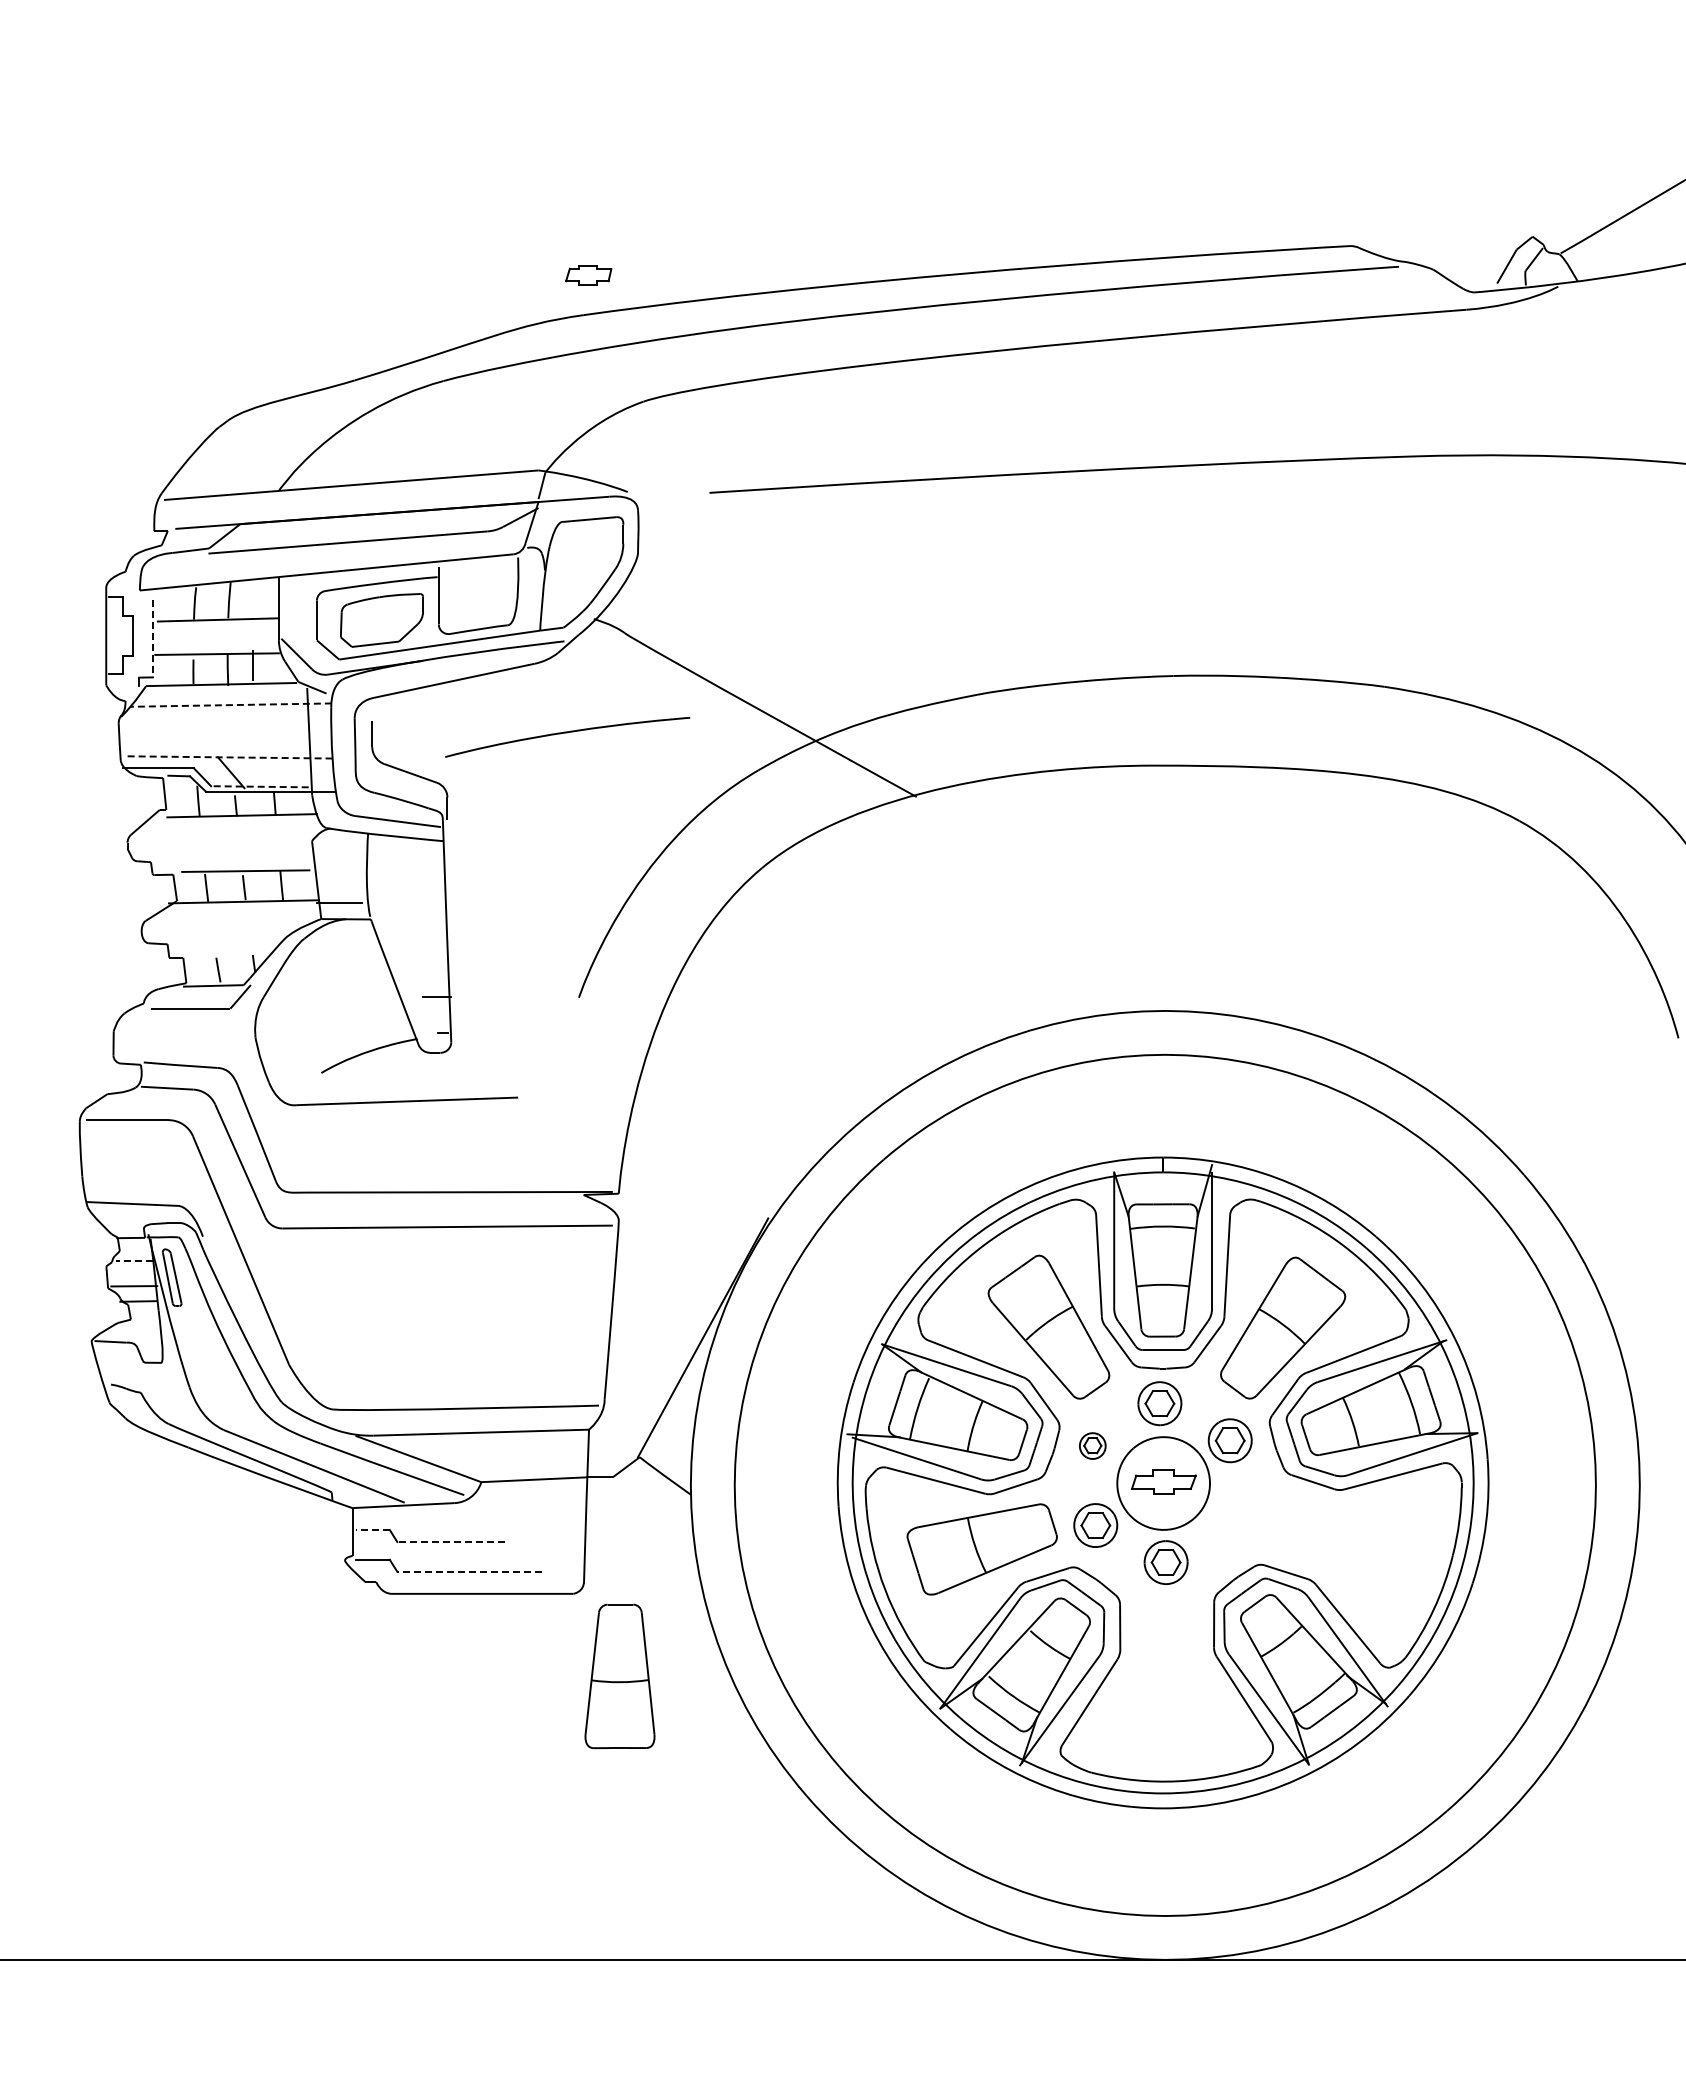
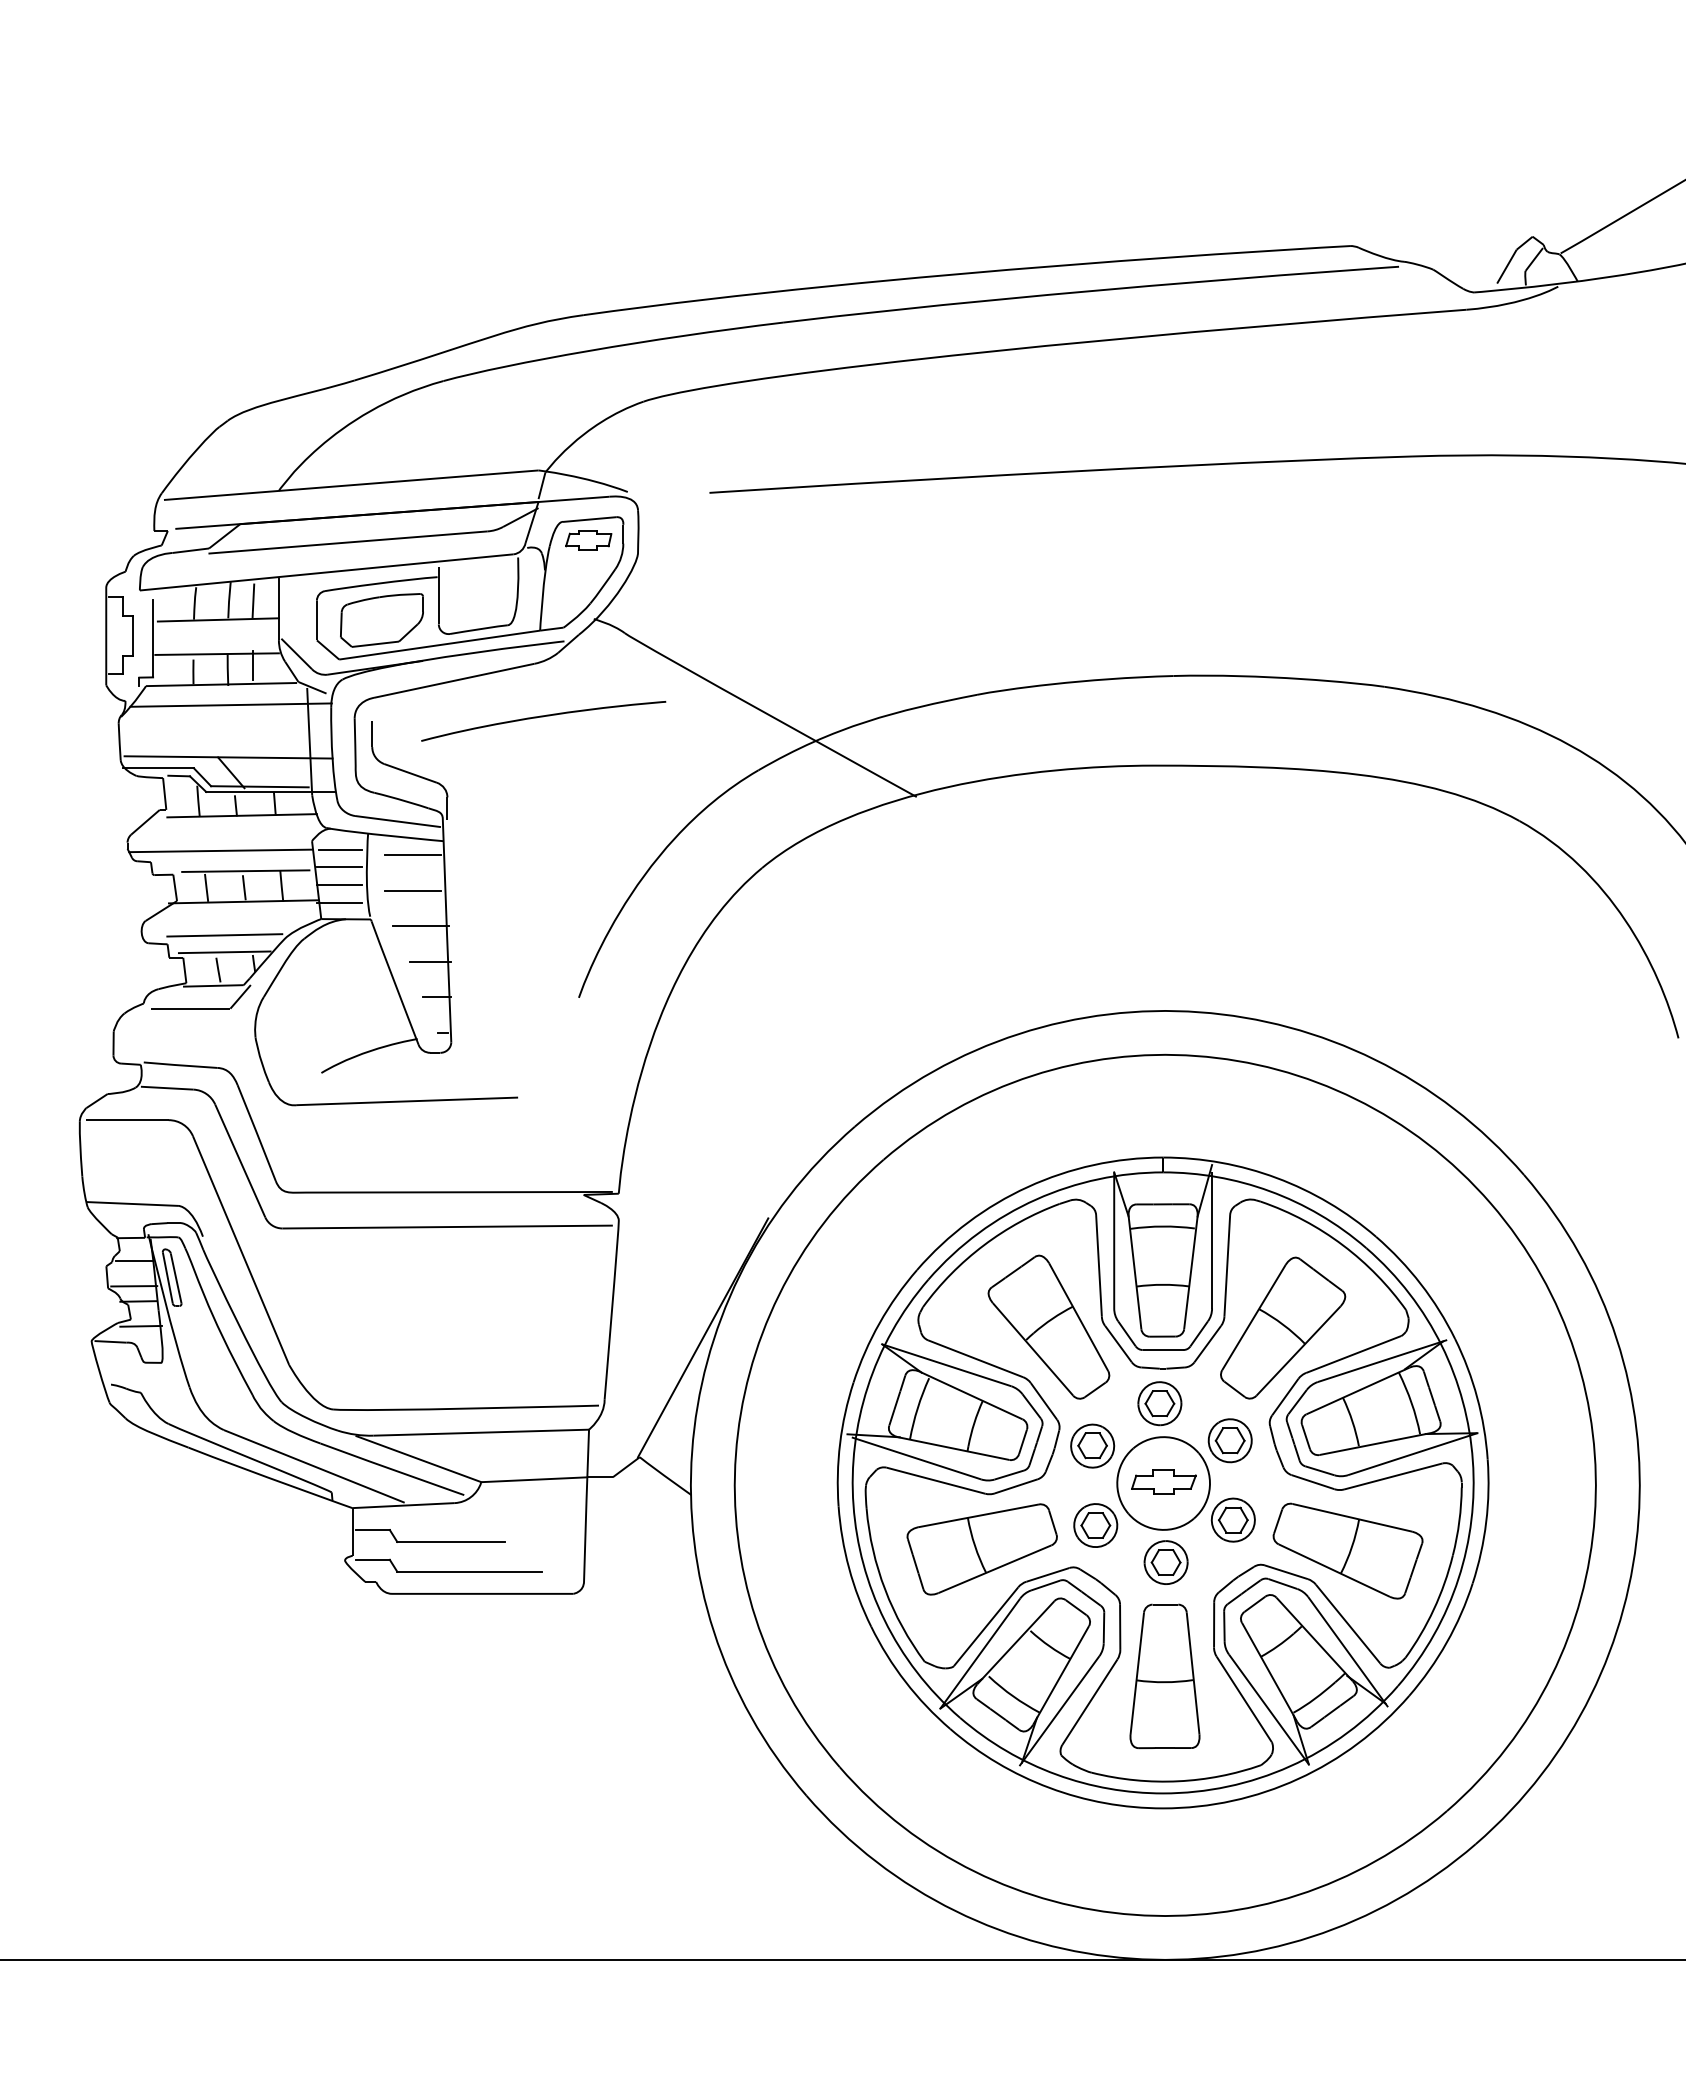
part at (588, 275) position: (588, 275) -> (588, 540)
line at (253, 600): none -> present
line at (153, 638): dashed -> solid
line at (231, 705): dashed -> solid
curve at (567, 733) position: (567, 733) -> (543, 717)
line at (228, 757): dashed -> solid
line at (259, 786): dashed -> solid
line at (339, 849): none -> present
line at (220, 850): none -> present
line at (412, 855): none -> present
line at (338, 867): none -> present
line at (338, 885): none -> present
line at (412, 890): none -> present
line at (421, 926): none -> present
line at (224, 935): none -> present
line at (224, 952): none -> present
line at (429, 961): none -> present
line at (133, 1261): dashed -> solid
line at (140, 1325): none -> present
part at (1092, 1445) size: 28x28 px -> 46x46 px
part at (1232, 1519): none -> present
line at (373, 1530): dashed -> solid
line at (451, 1542): dashed -> solid
part at (1347, 1550): none -> present
line at (469, 1571): dashed -> solid
part at (619, 1676) position: (619, 1676) -> (1164, 1676)
